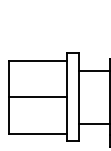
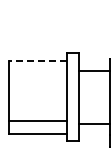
line at (37, 60): solid -> dashed
line at (37, 97) position: (37, 97) -> (37, 121)
